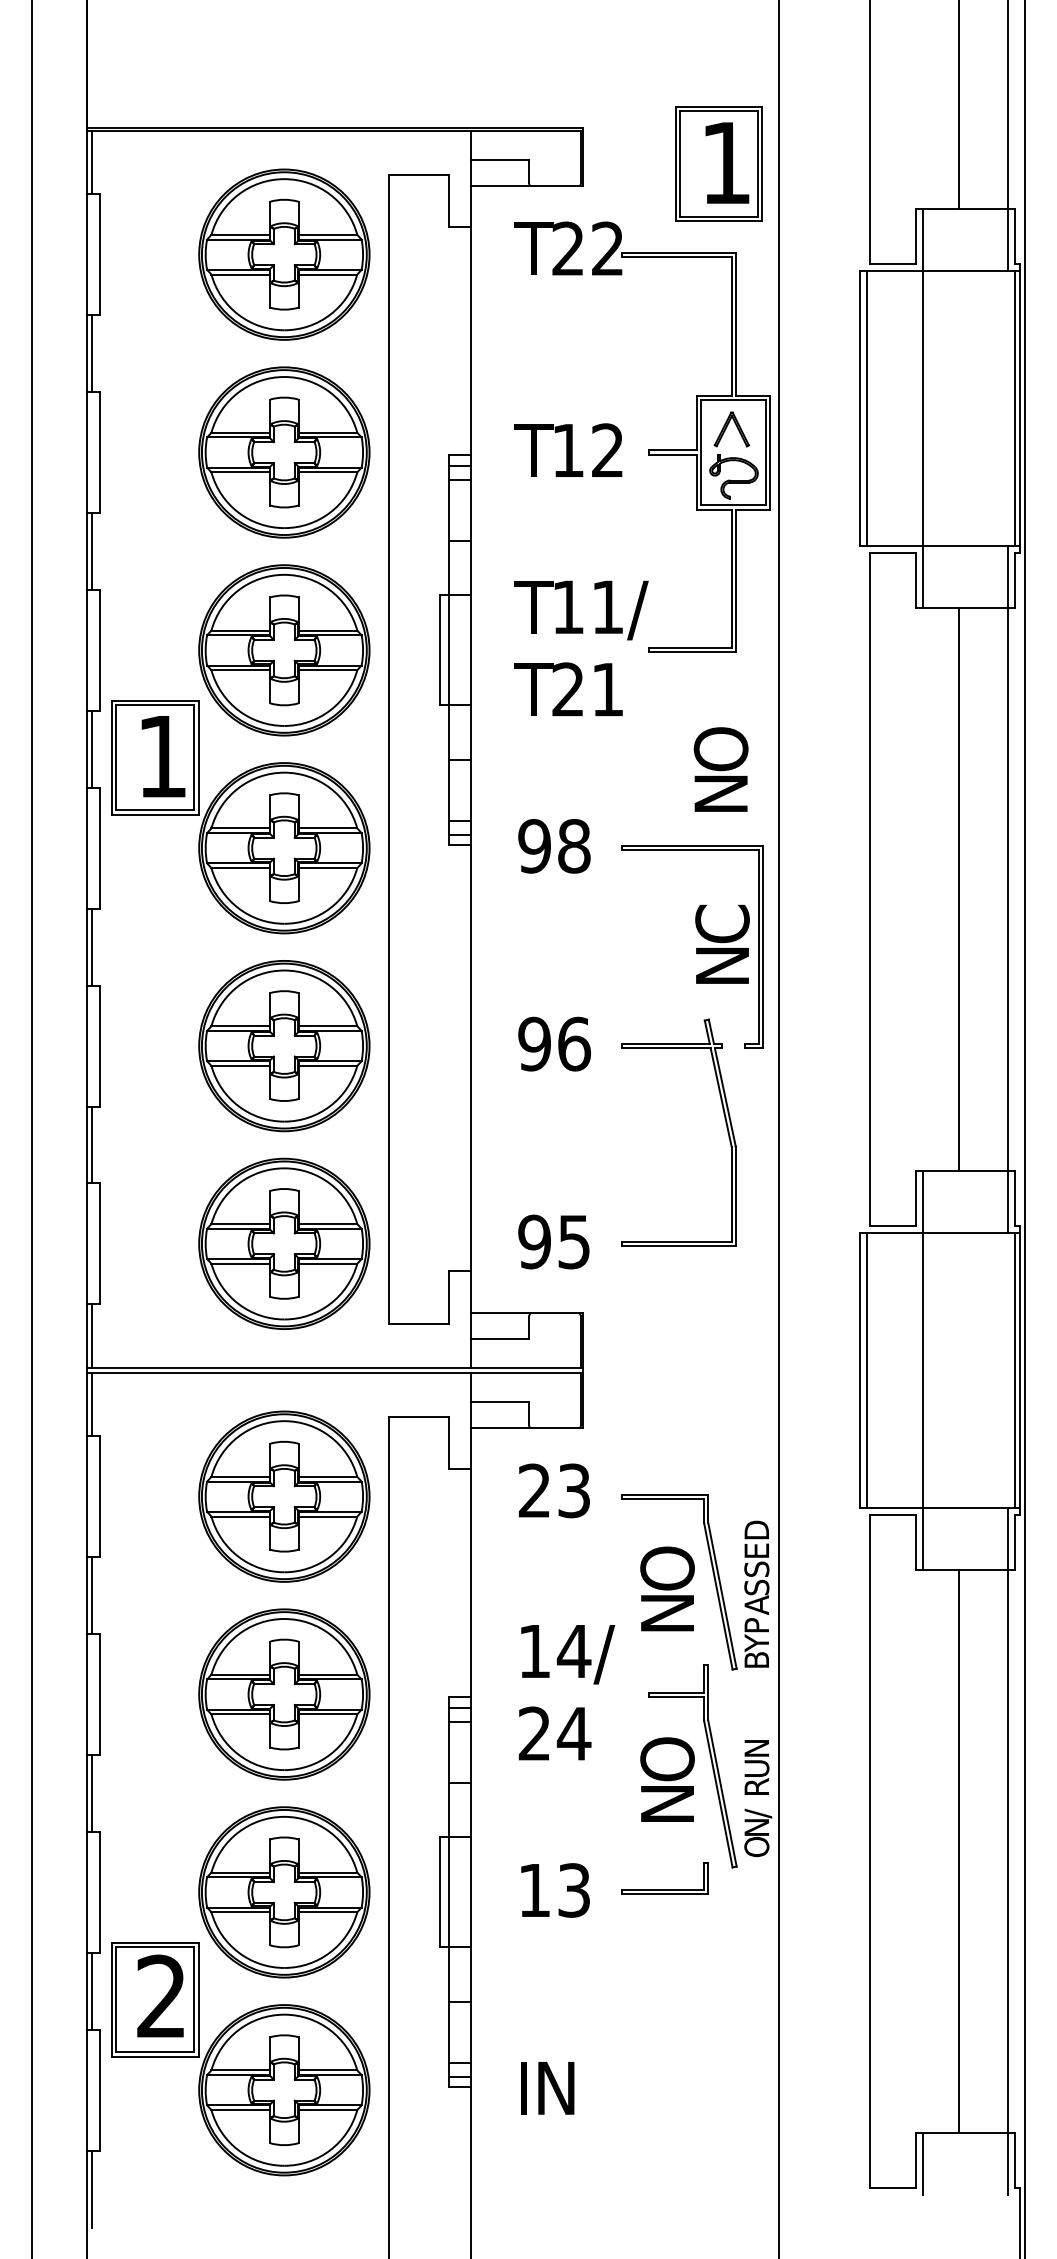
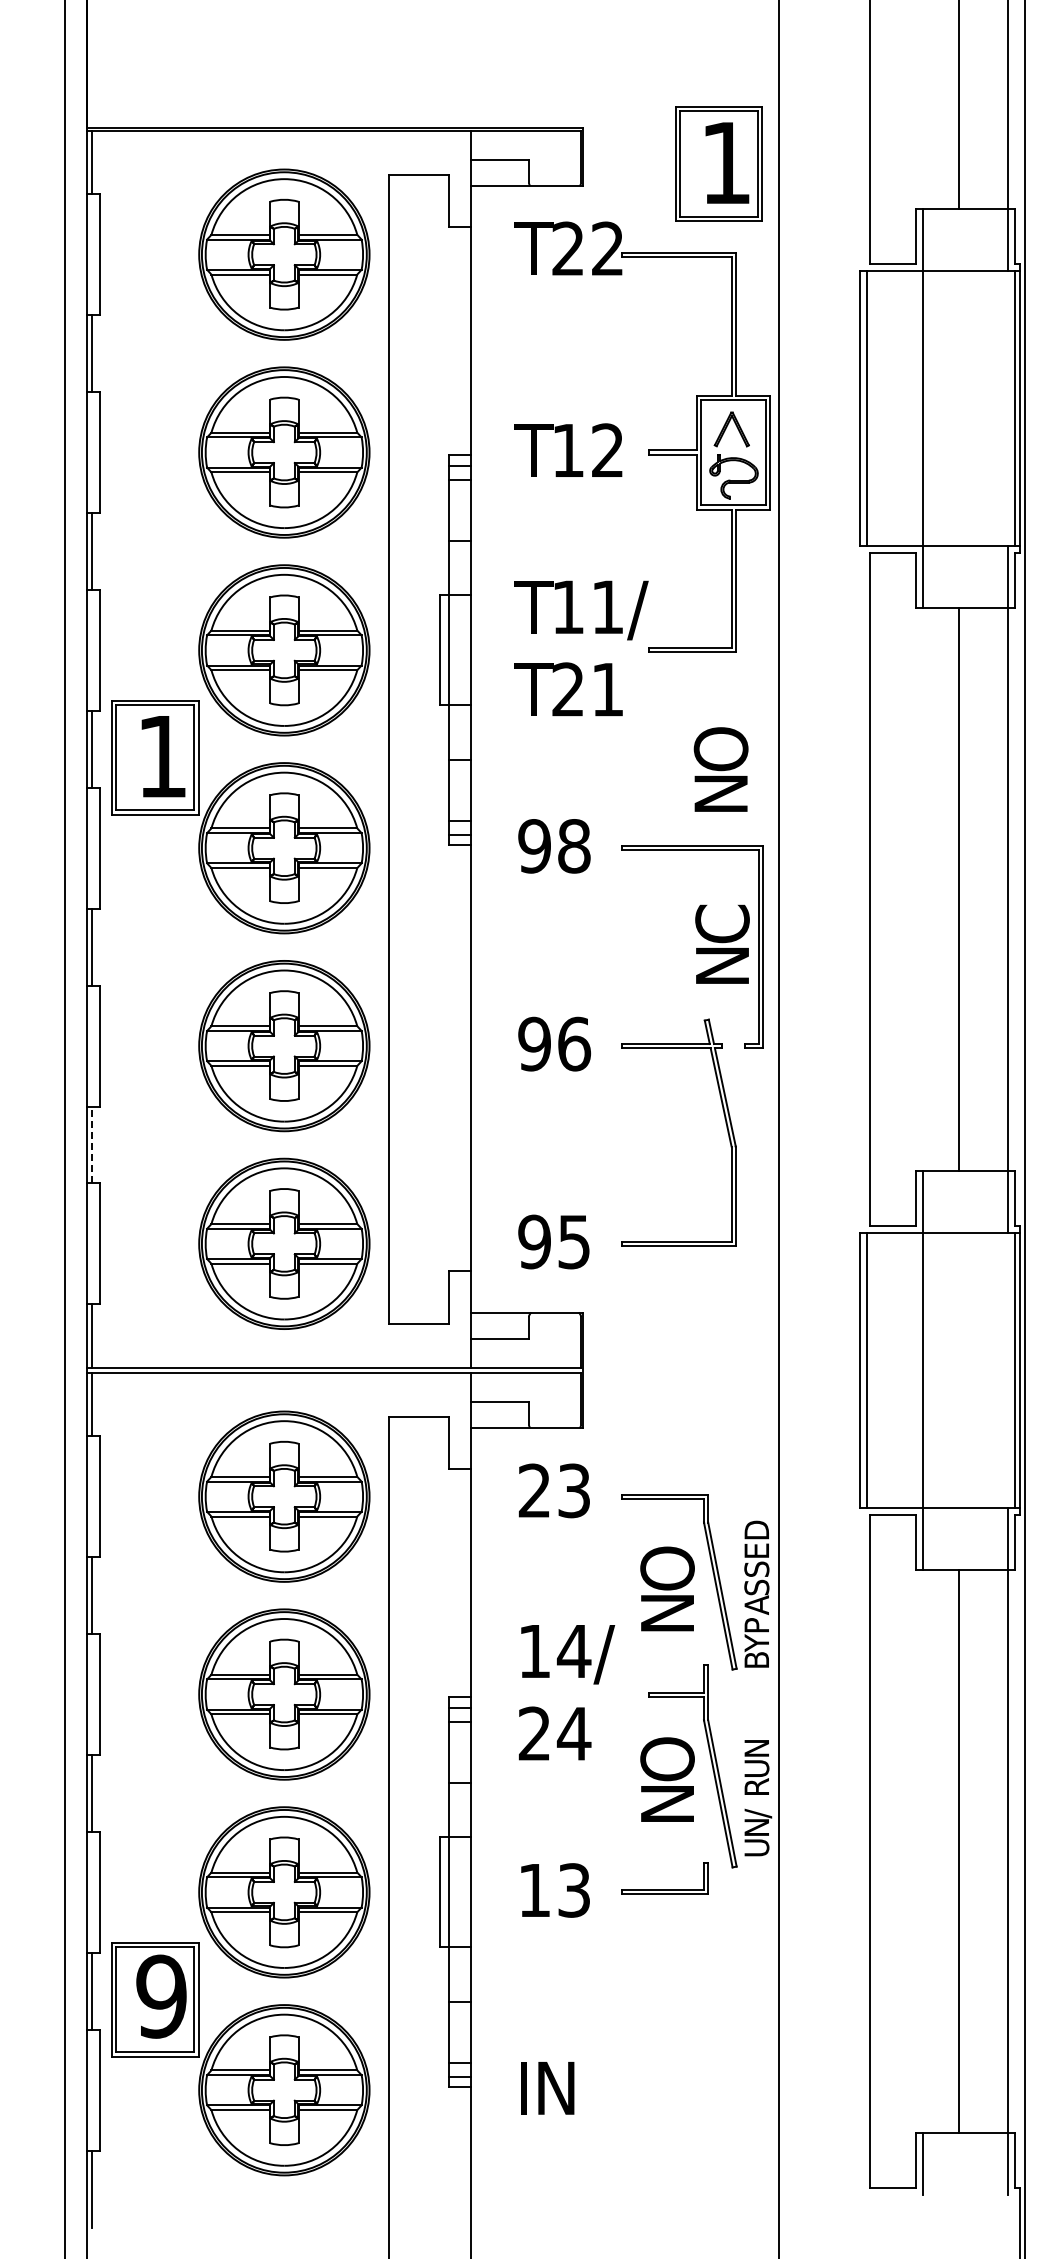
line at (31, 1128) position: (31, 1128) -> (64, 1128)
line at (92, 1144): solid -> dashed
text at (756, 1847): O -> U
text at (161, 1996): 2 -> 9
